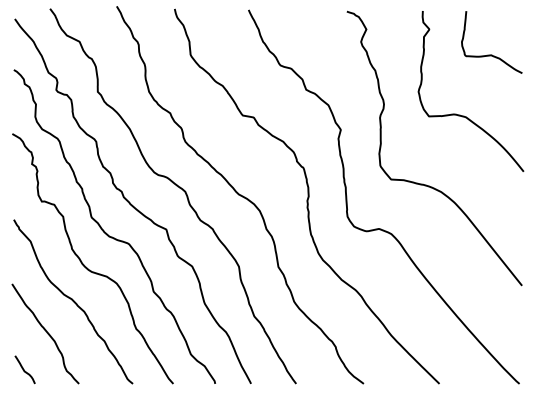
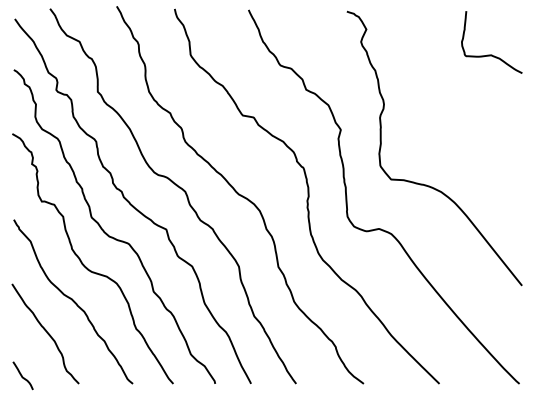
curve at (464, 115): present -> none
curve at (24, 369) position: (24, 369) -> (22, 375)
